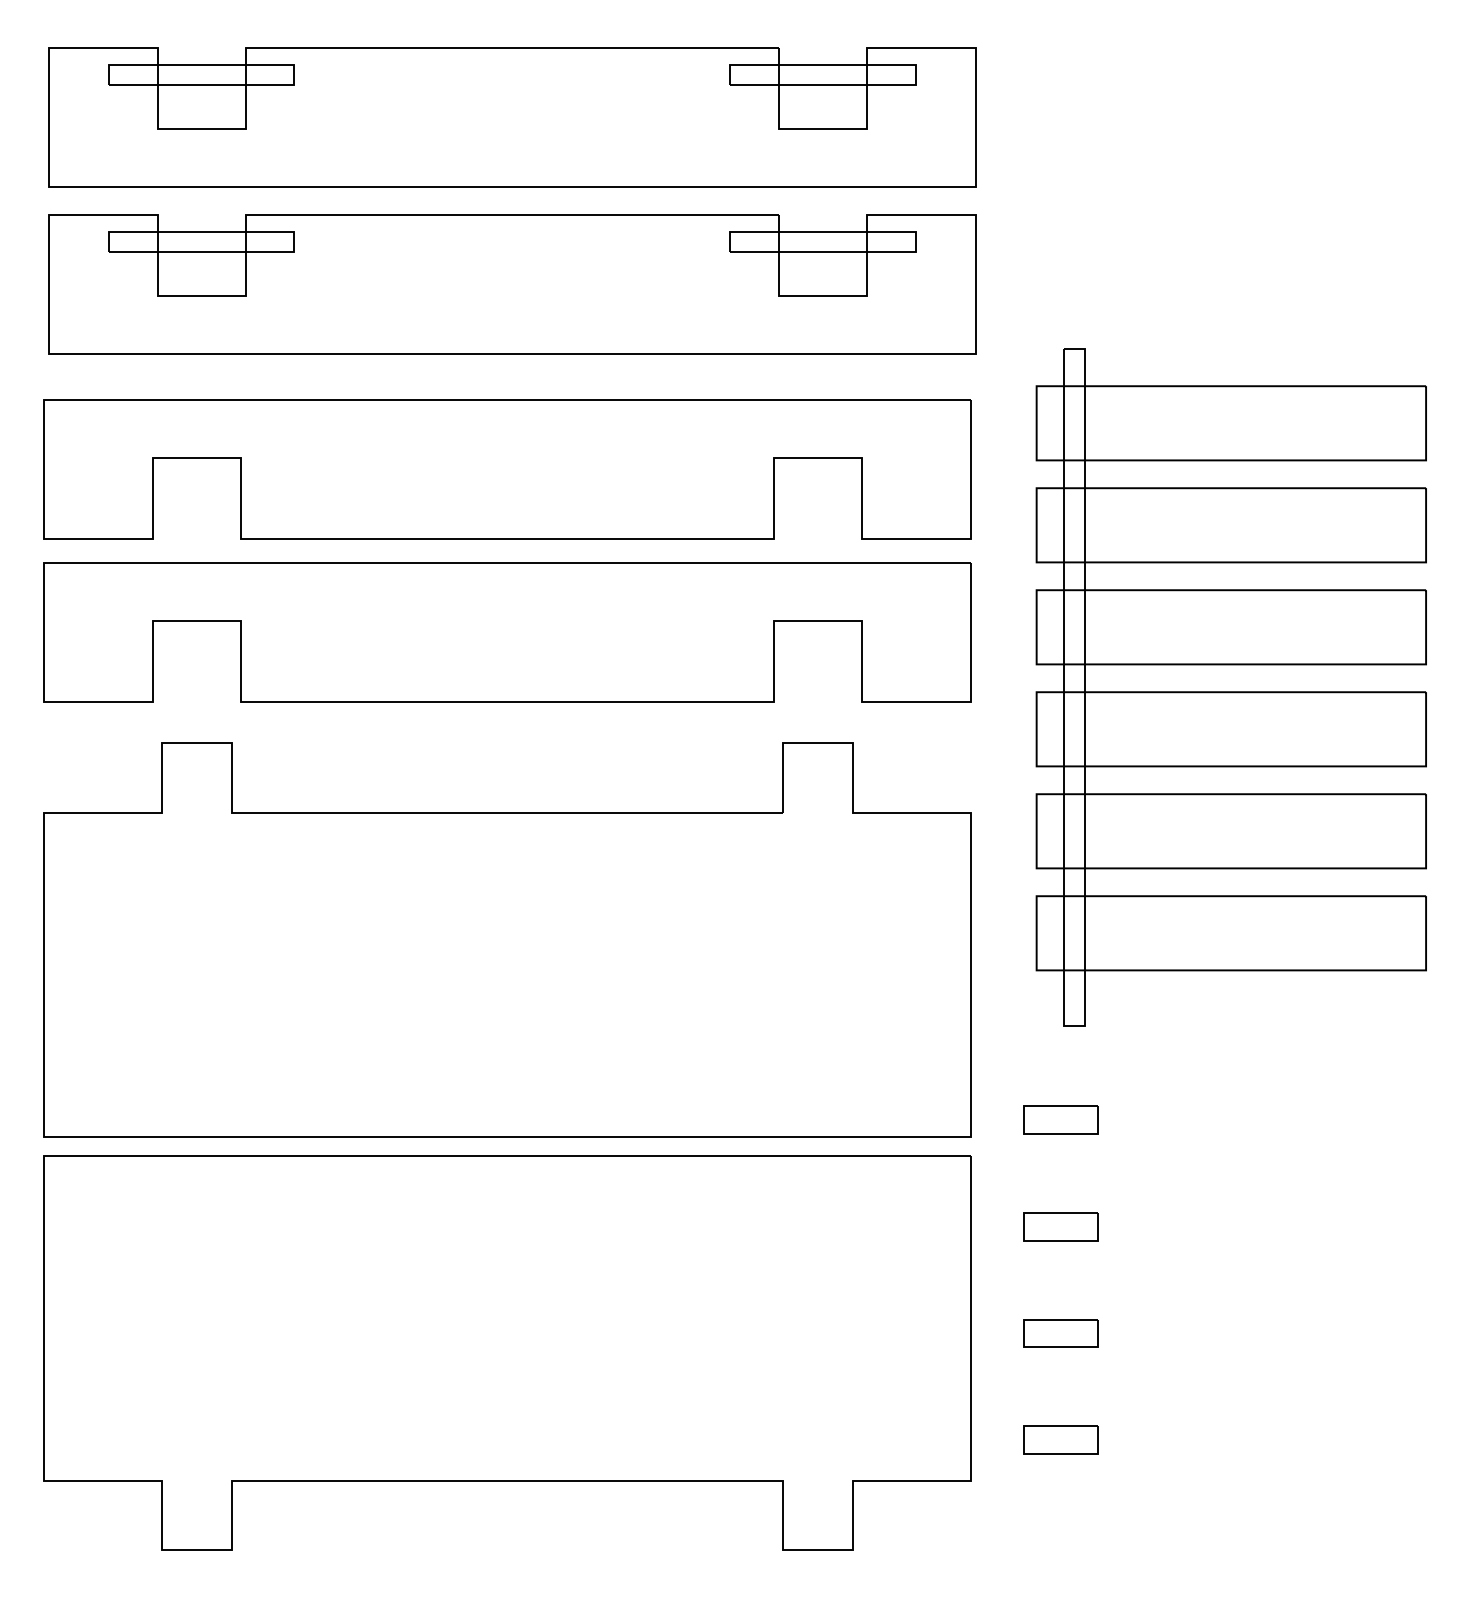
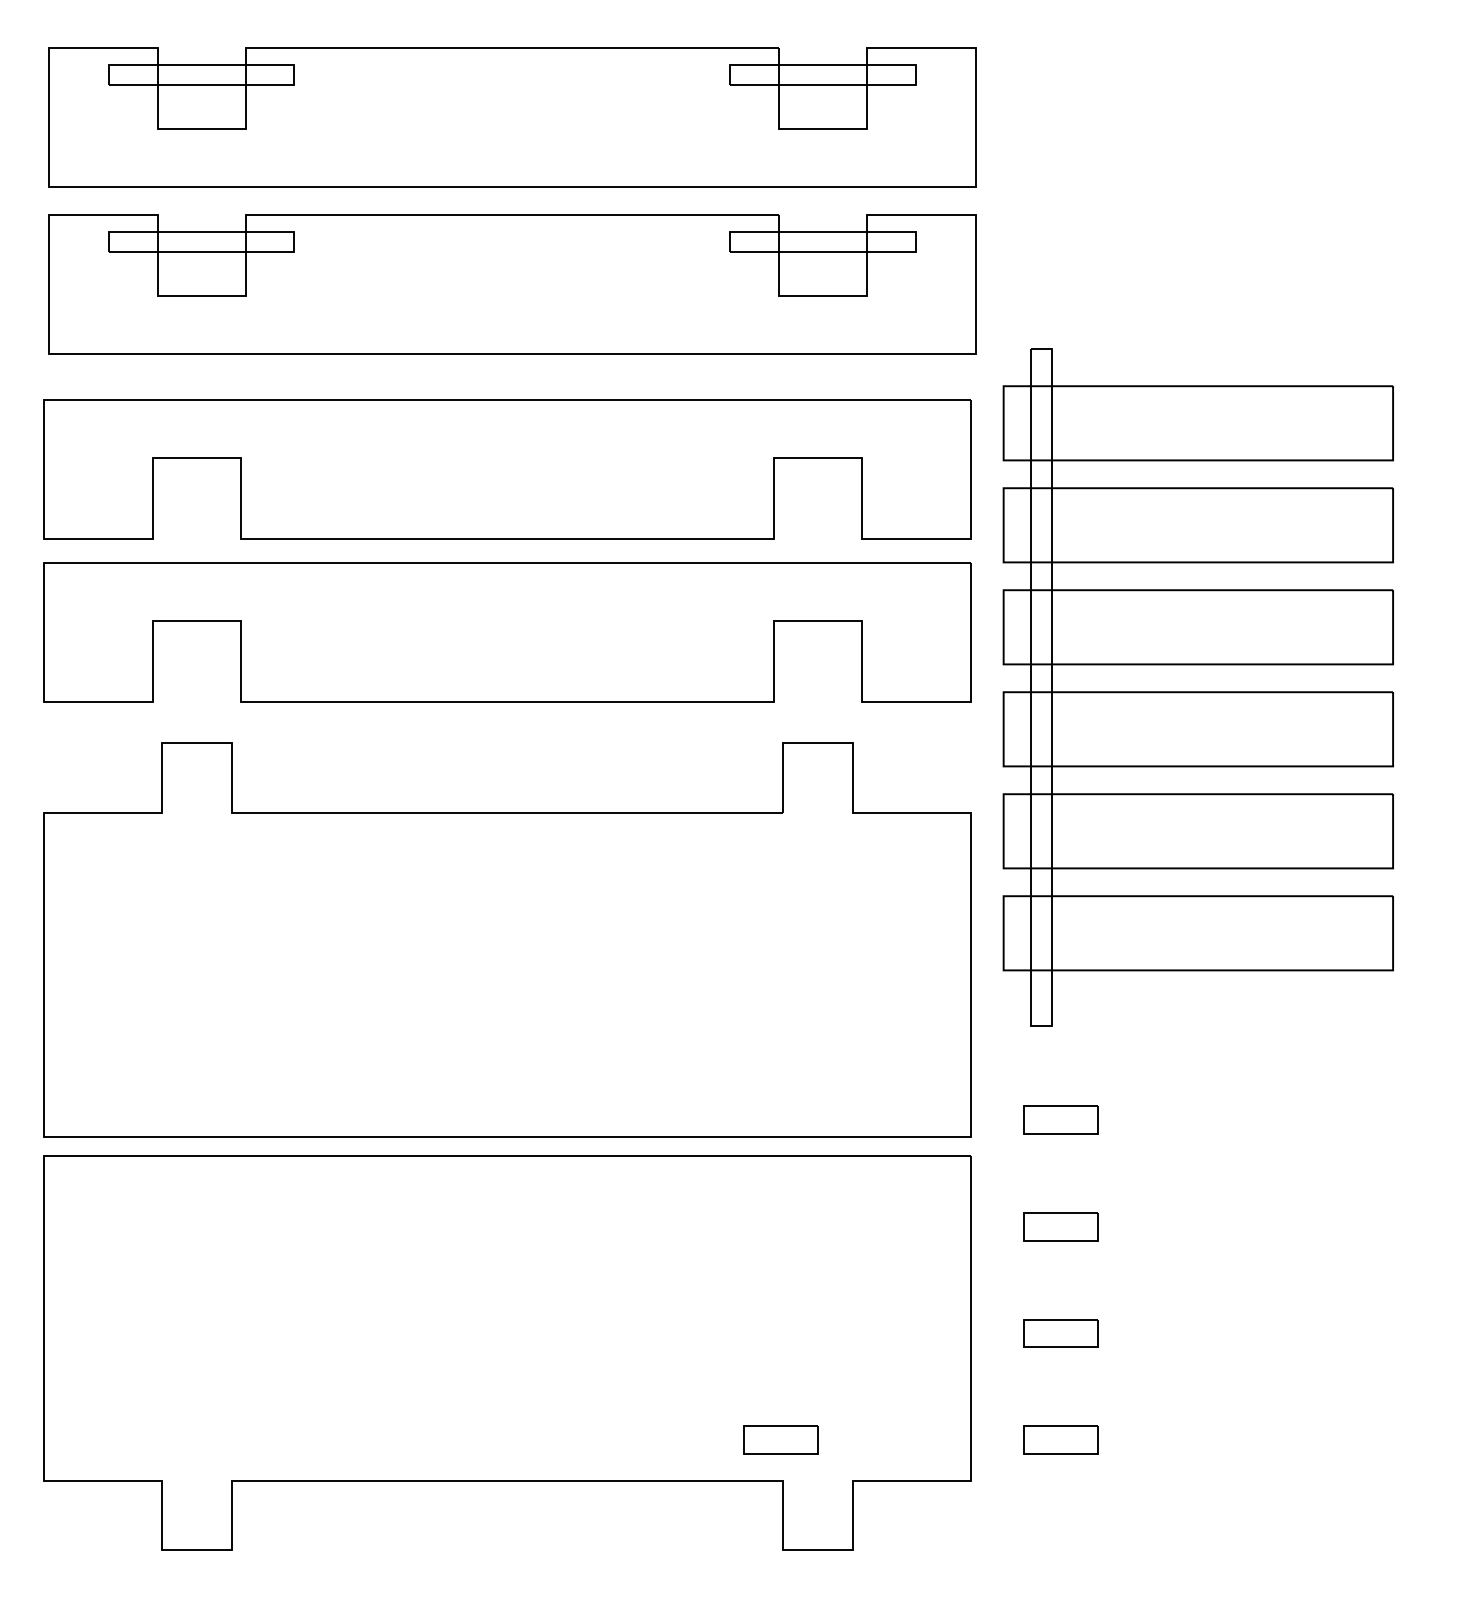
part at (1230, 687) position: (1230, 687) -> (1197, 687)
part at (780, 1439): none -> present
